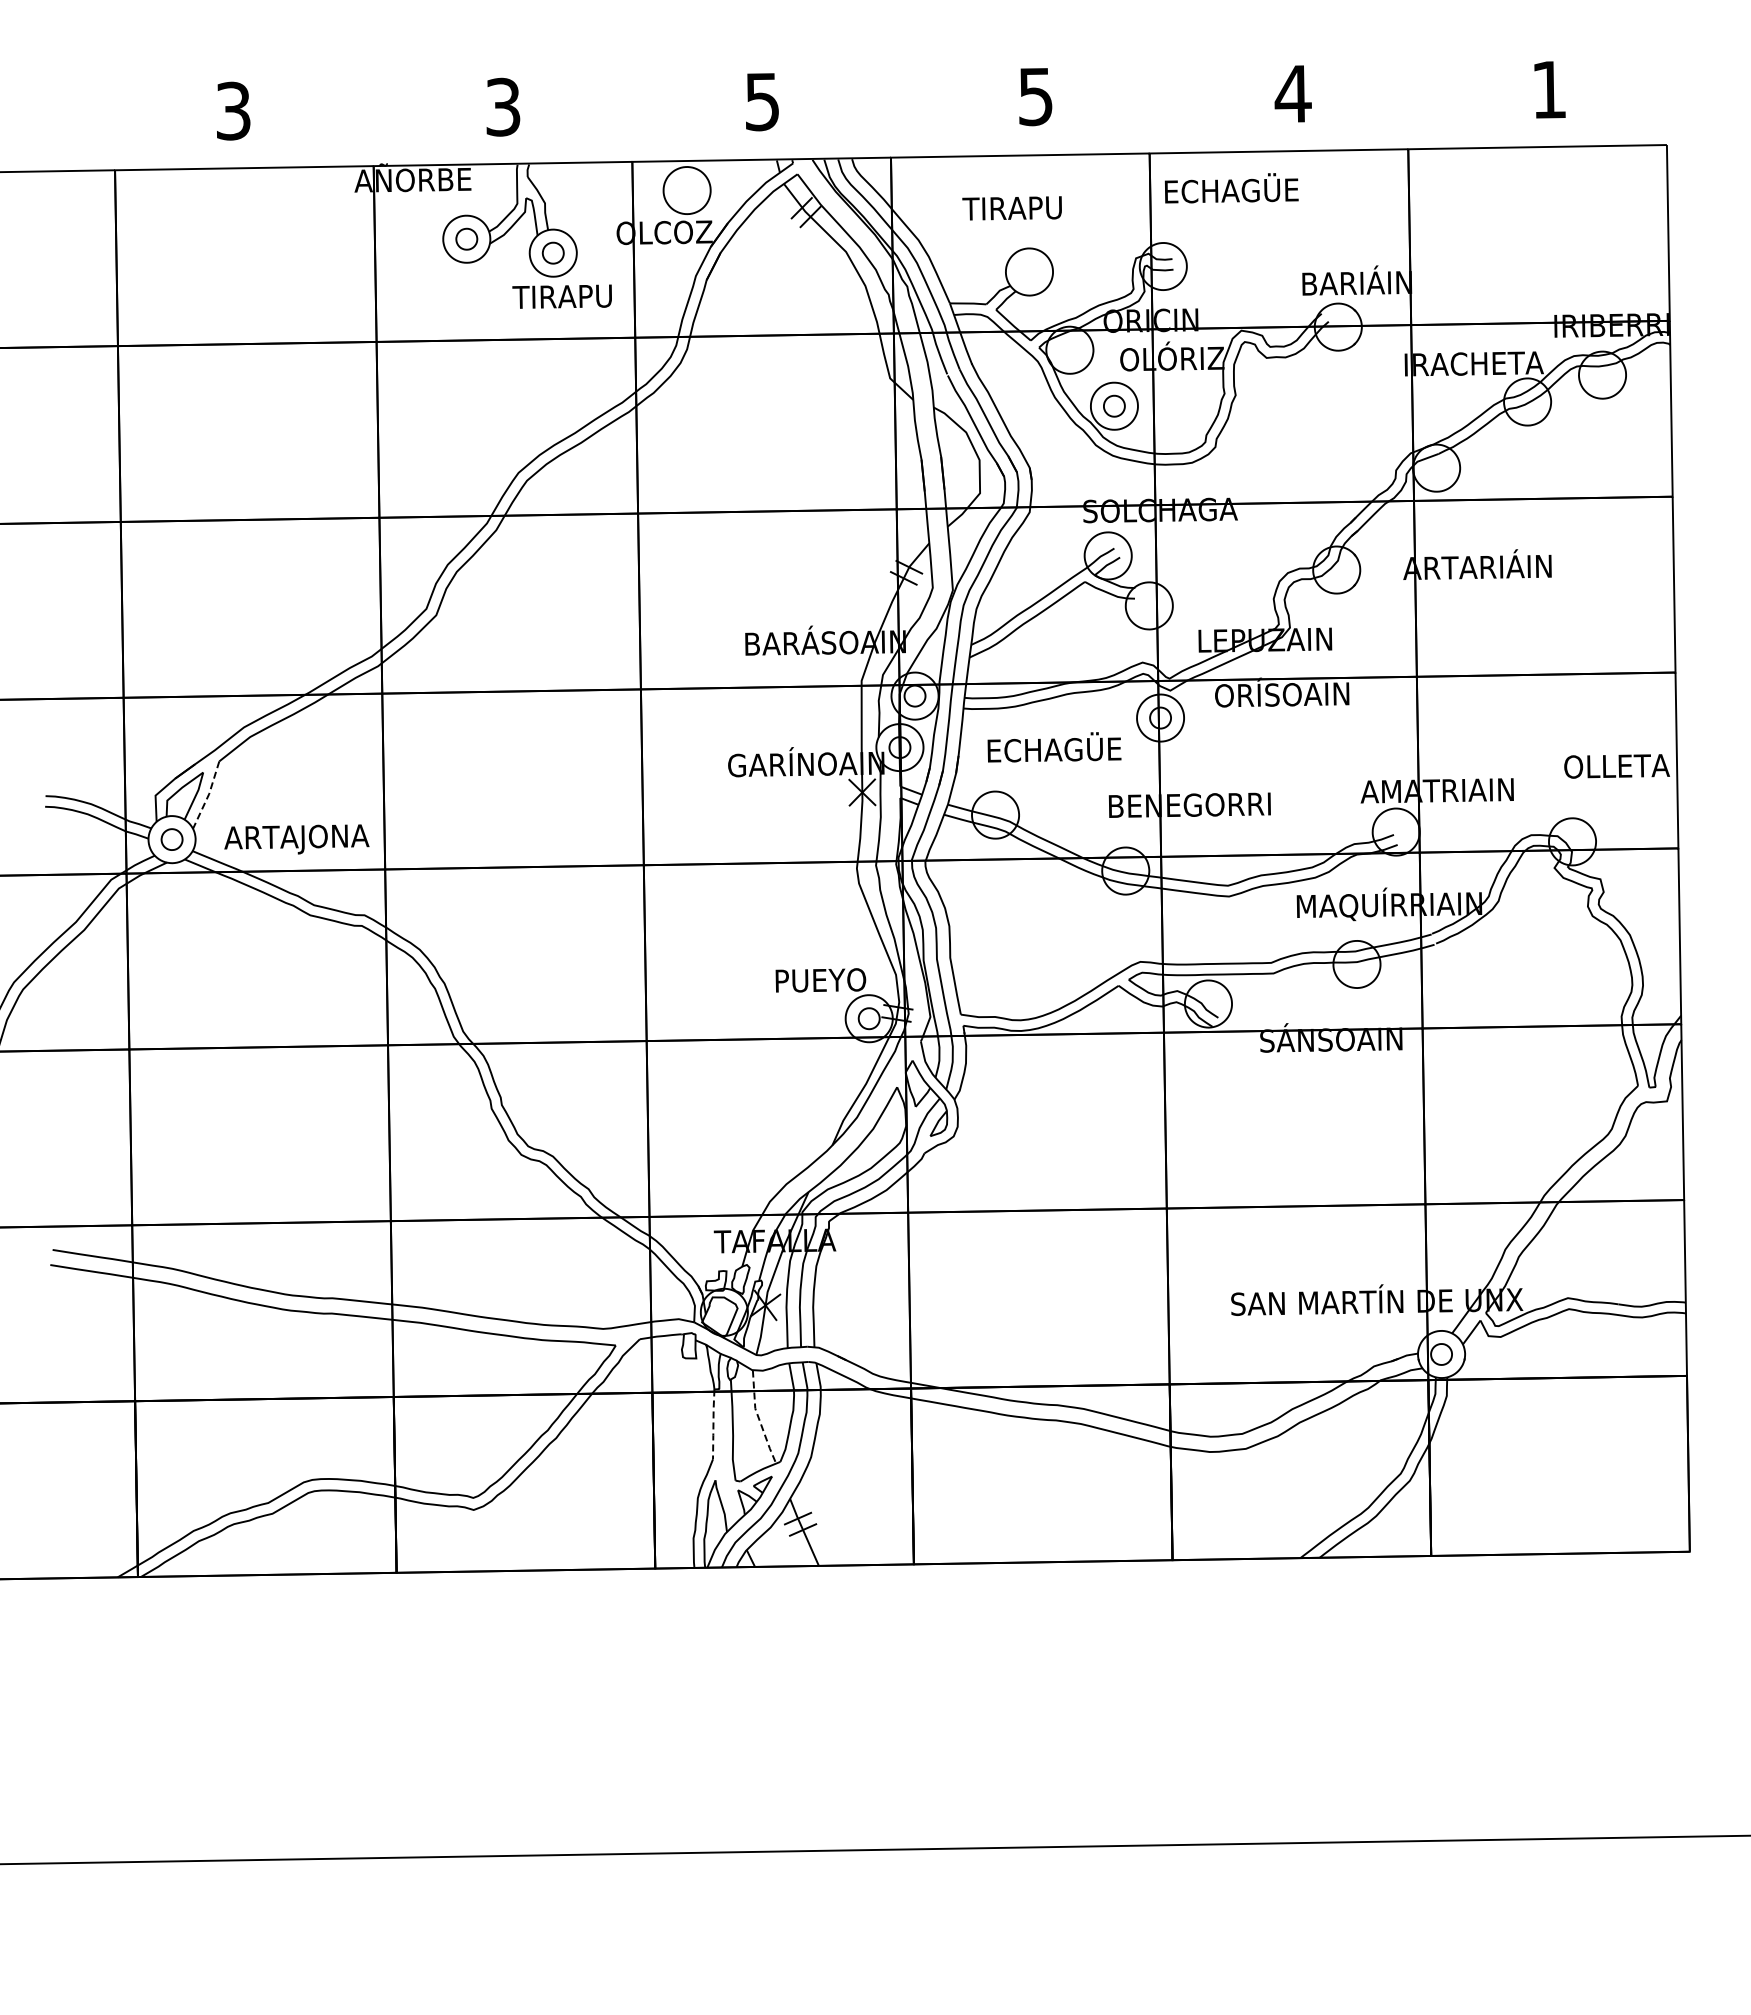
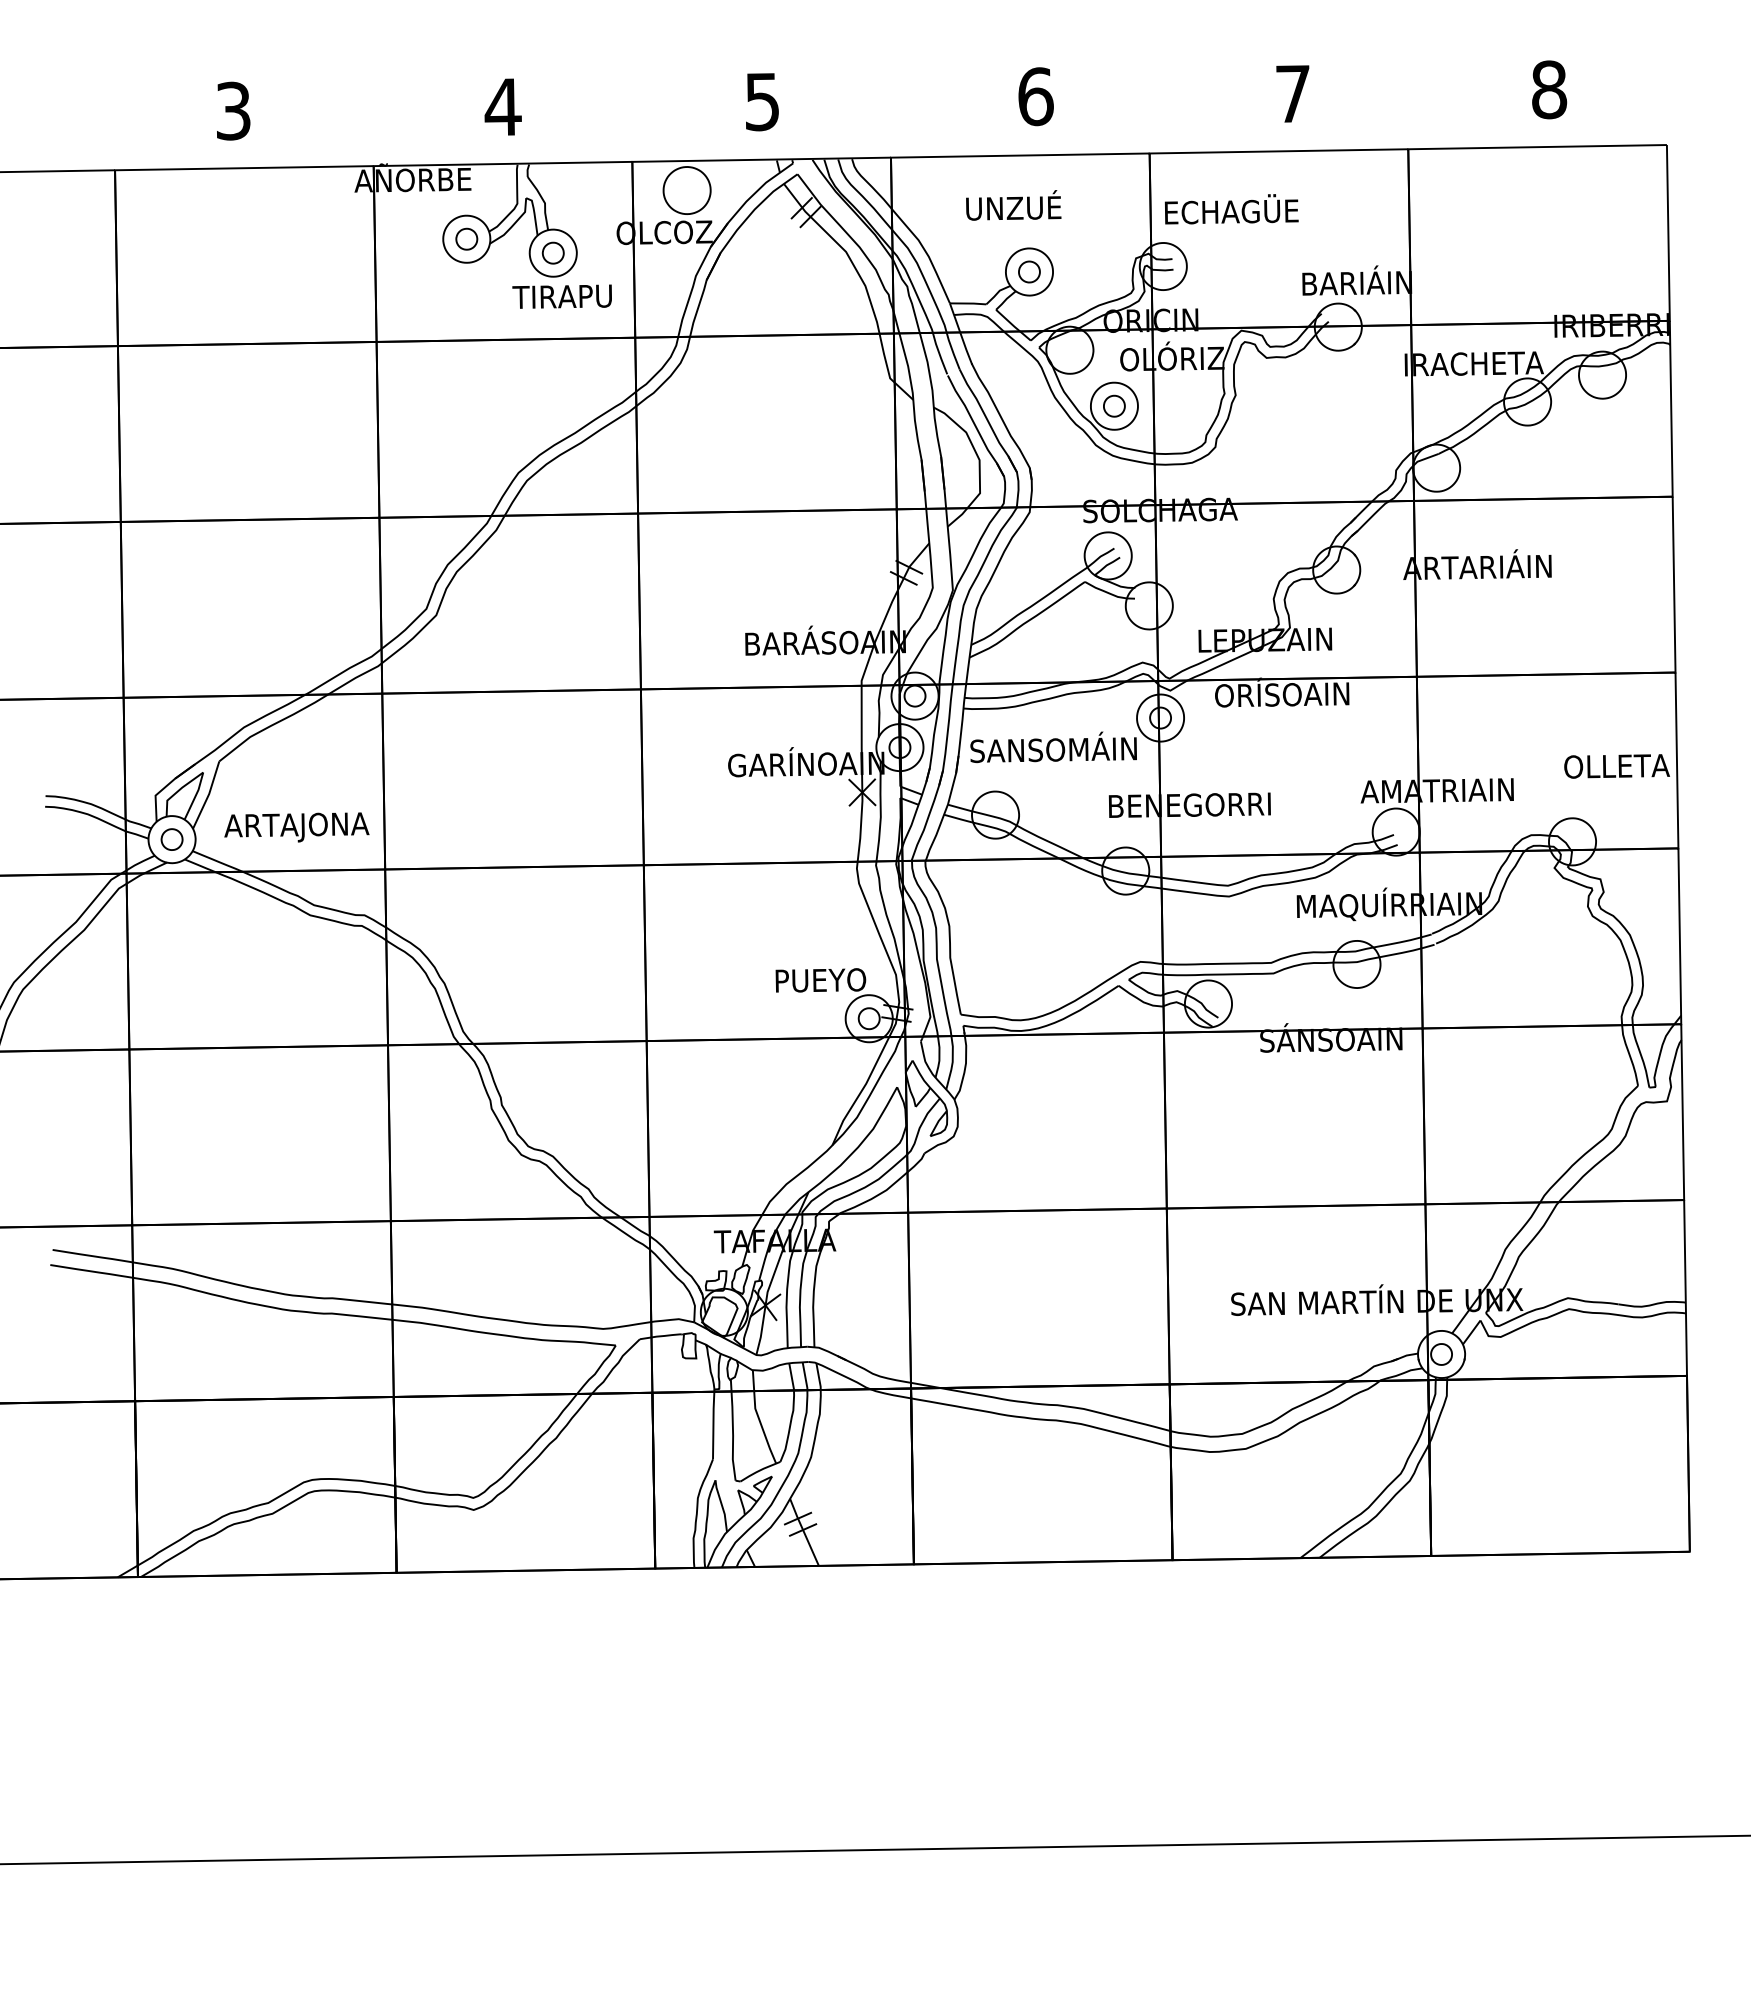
text at (1549, 89): 1 -> 8
text at (1292, 93): 4 -> 7
text at (1035, 96): 5 -> 6
text at (502, 106): 3 -> 4
text at (1231, 188) position: (1231, 188) -> (1231, 209)
text at (1011, 205): TIRAPU -> UNZUÉ
part at (1029, 271): none -> present
text at (1053, 747): ECHAGÜE -> SANSOMÁIN
line at (208, 795): dashed -> solid
text at (296, 839) position: (296, 839) -> (296, 827)
line at (759, 1418): dashed -> solid
line at (713, 1424): dashed -> solid
